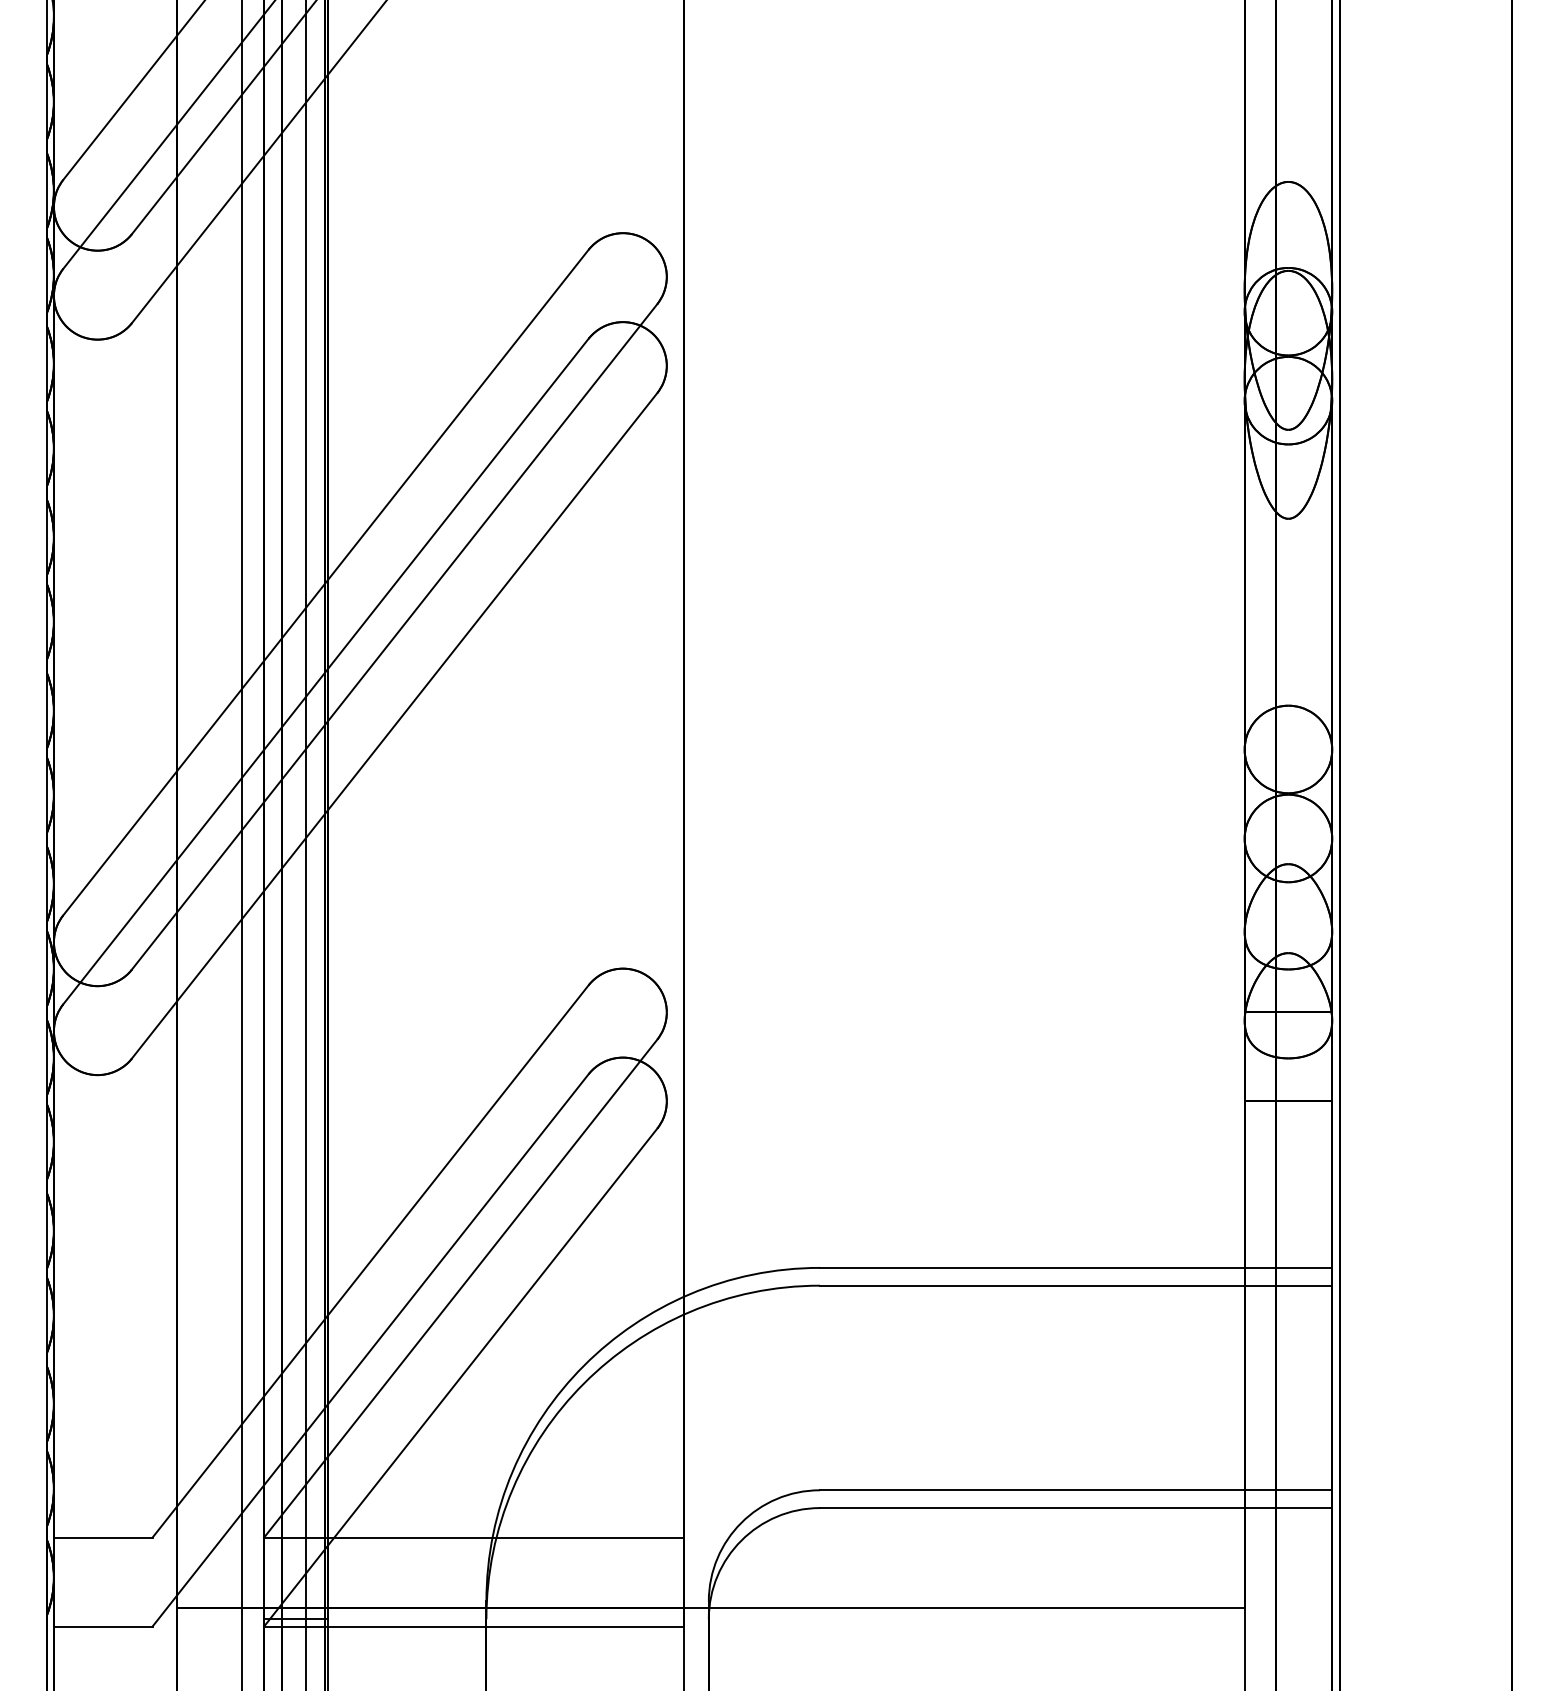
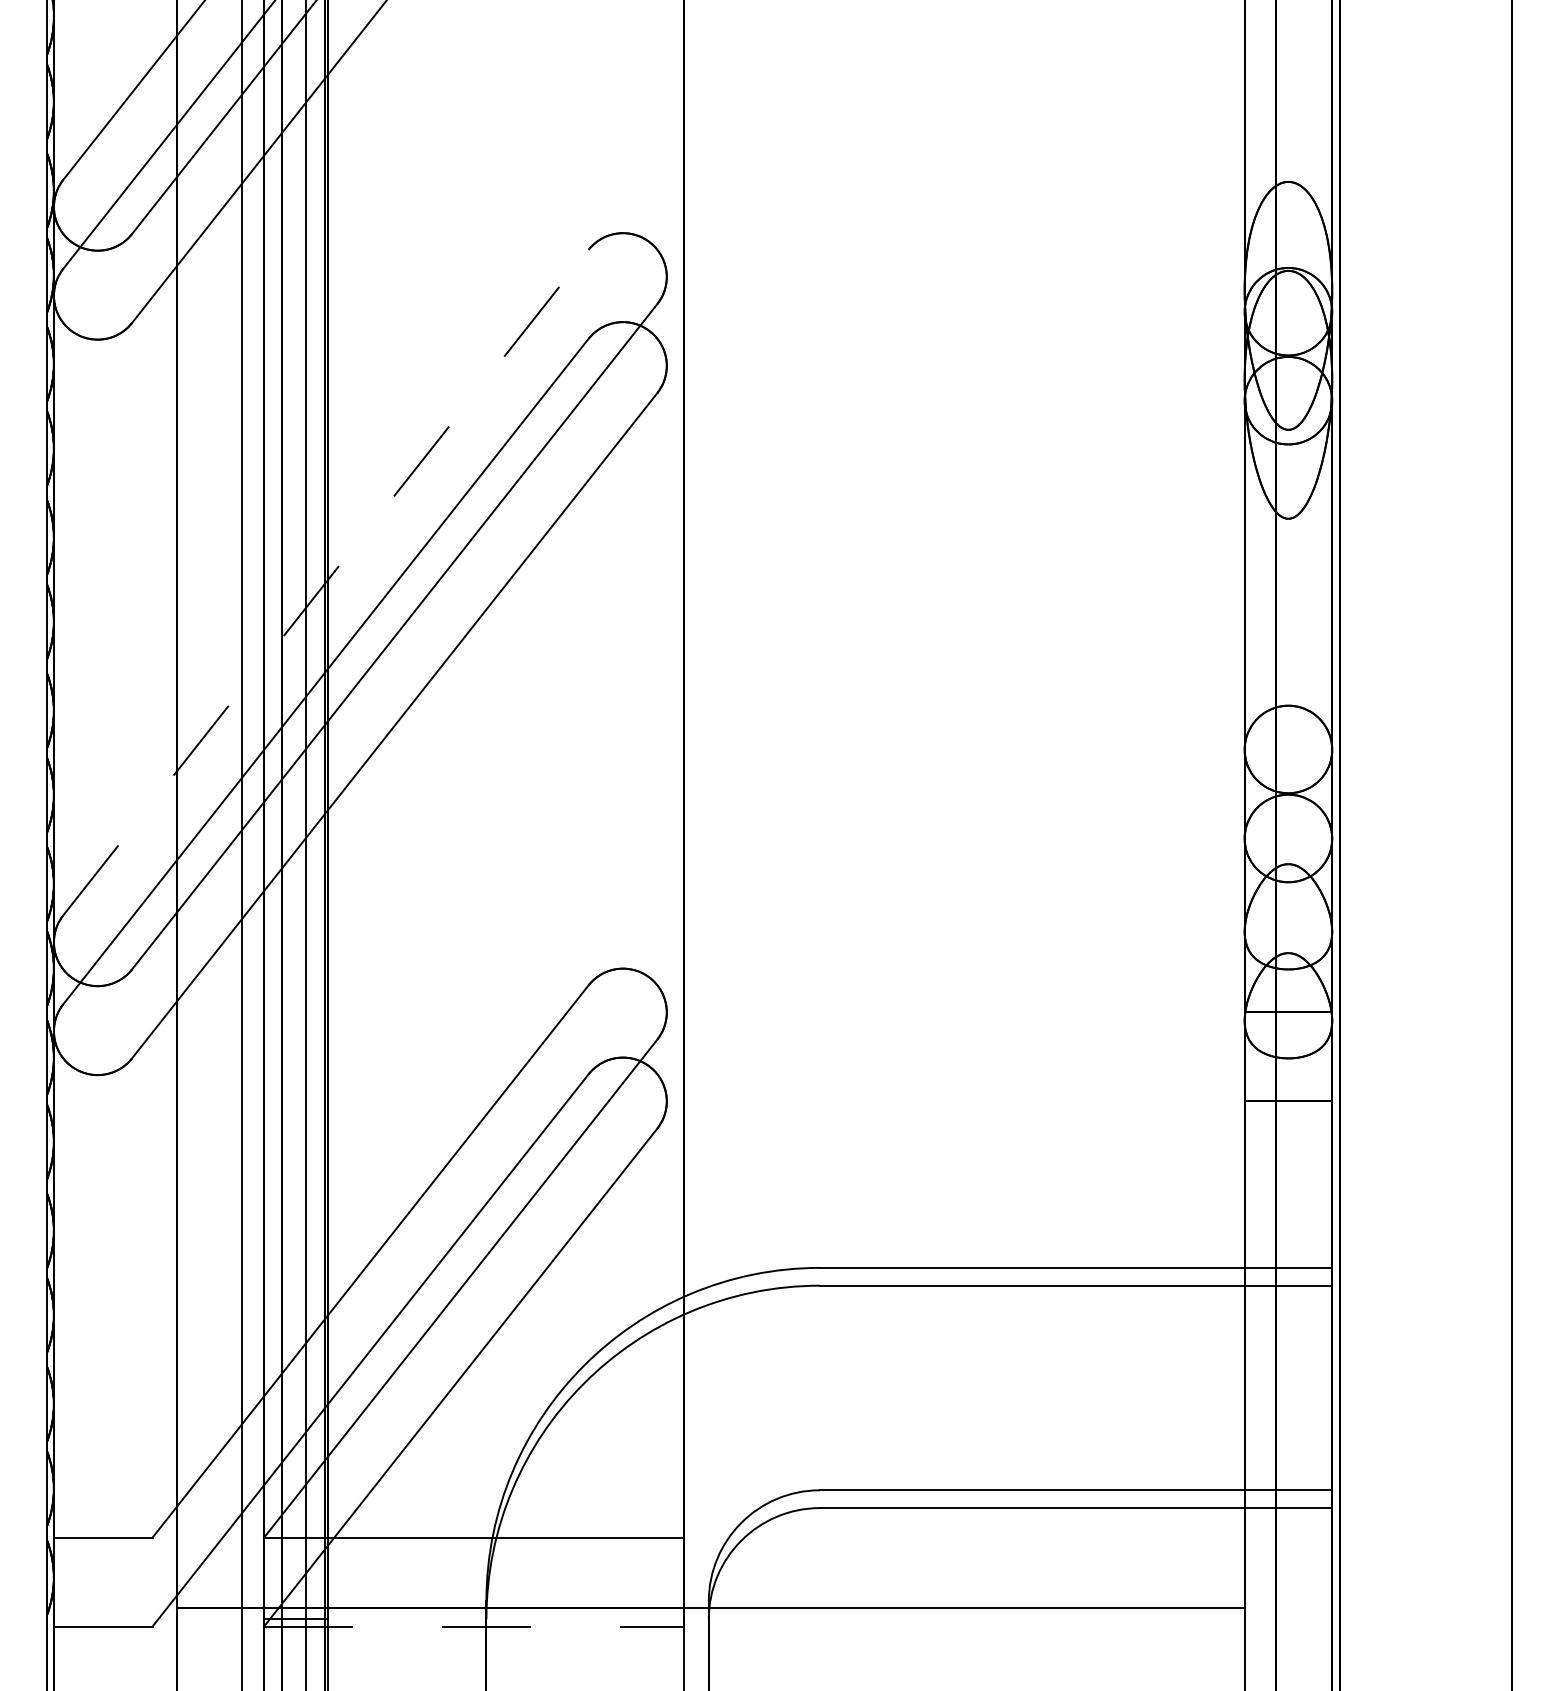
line at (326, 582): solid -> dashed
line at (474, 1626): solid -> dashed
